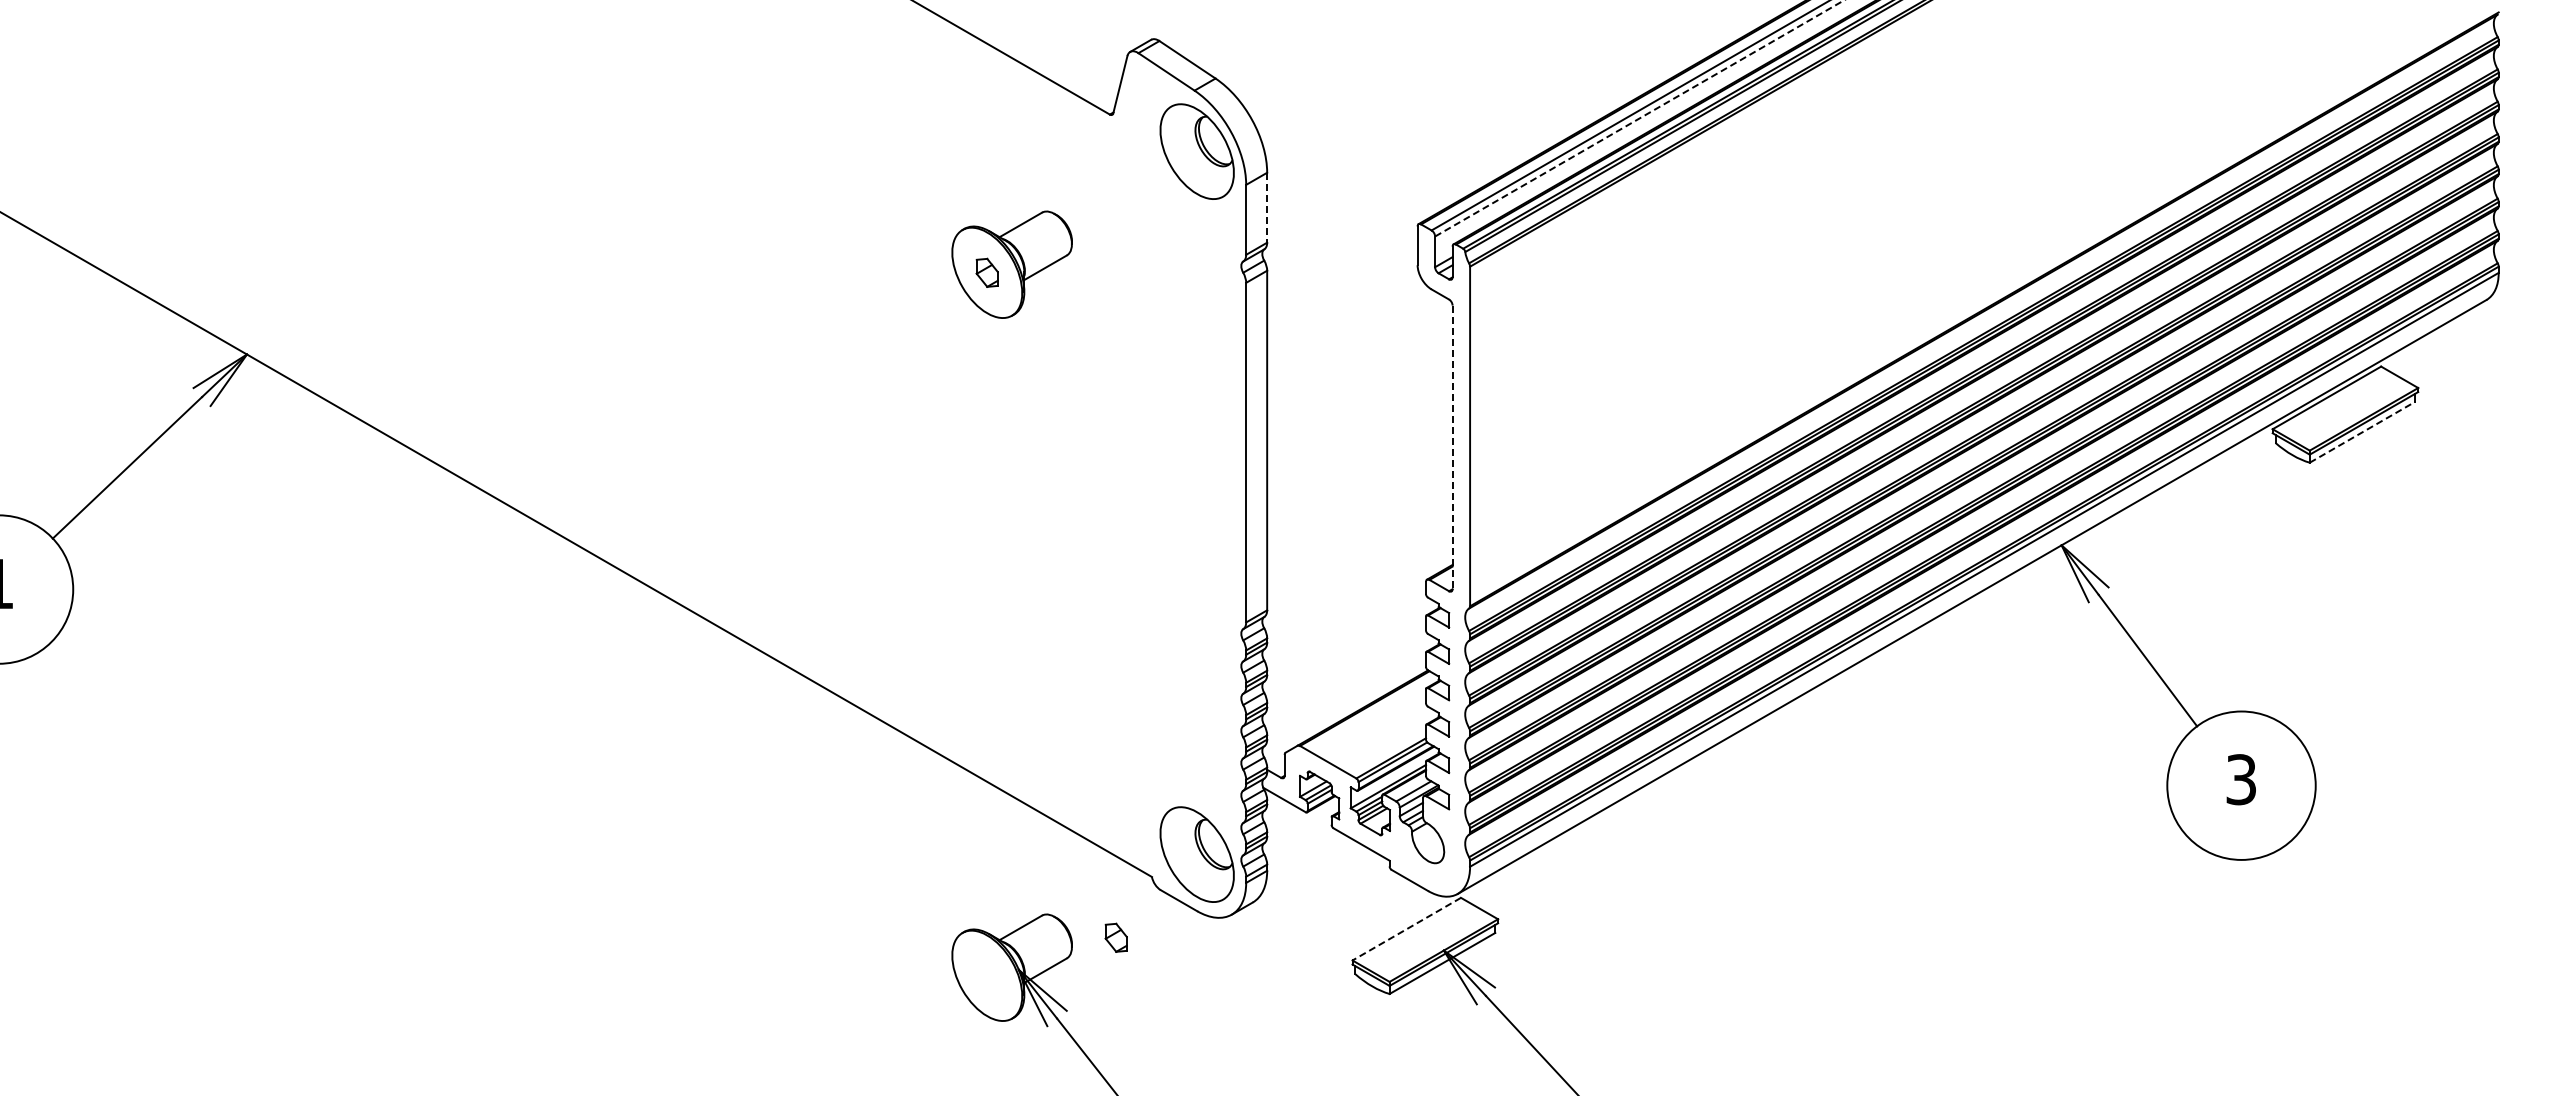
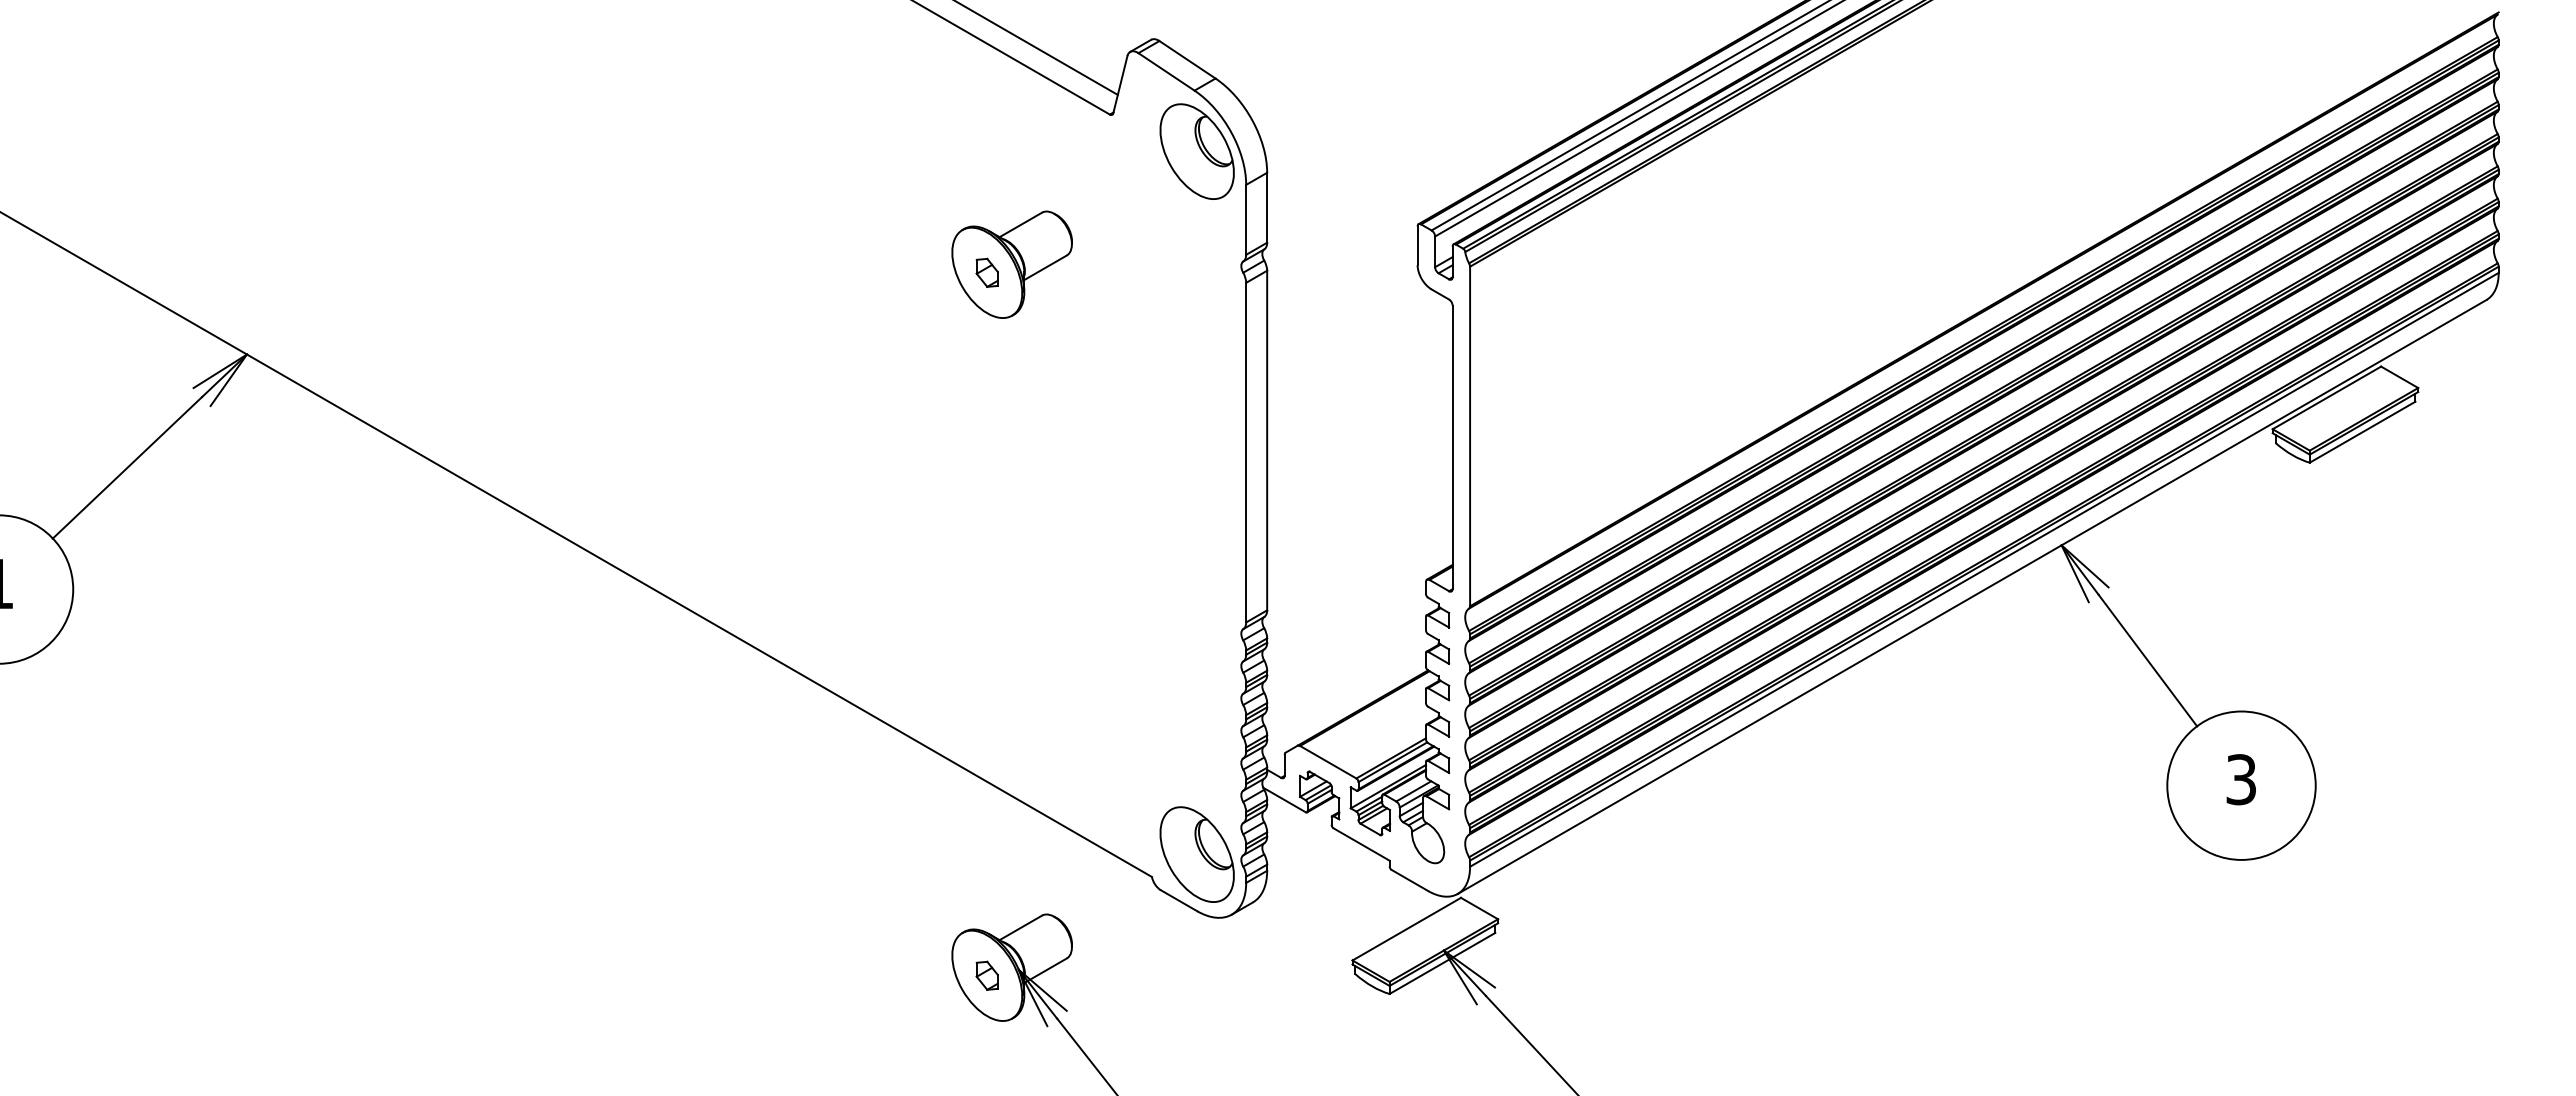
line at (1037, 48): none -> present
line at (1640, 118): dashed -> solid
line at (1267, 207): dashed -> solid
line at (2363, 431): dashed -> solid
line at (1452, 447): dashed -> solid
line at (1406, 929): dashed -> solid
part at (1115, 937) position: (1115, 937) -> (986, 975)
